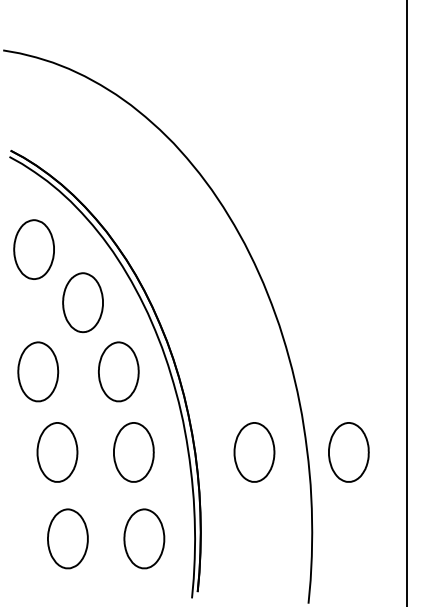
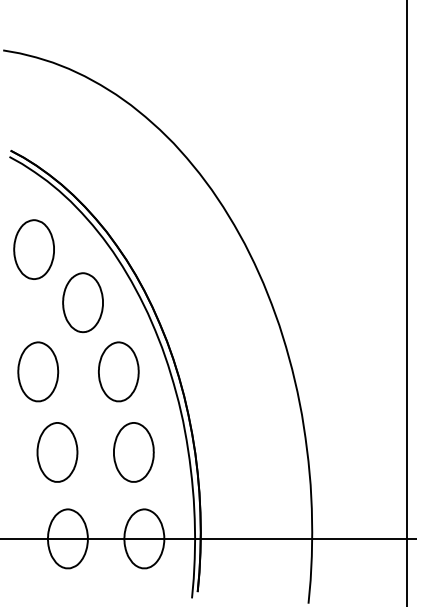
part at (254, 452): present -> none
part at (348, 452): present -> none
line at (209, 538): none -> present
